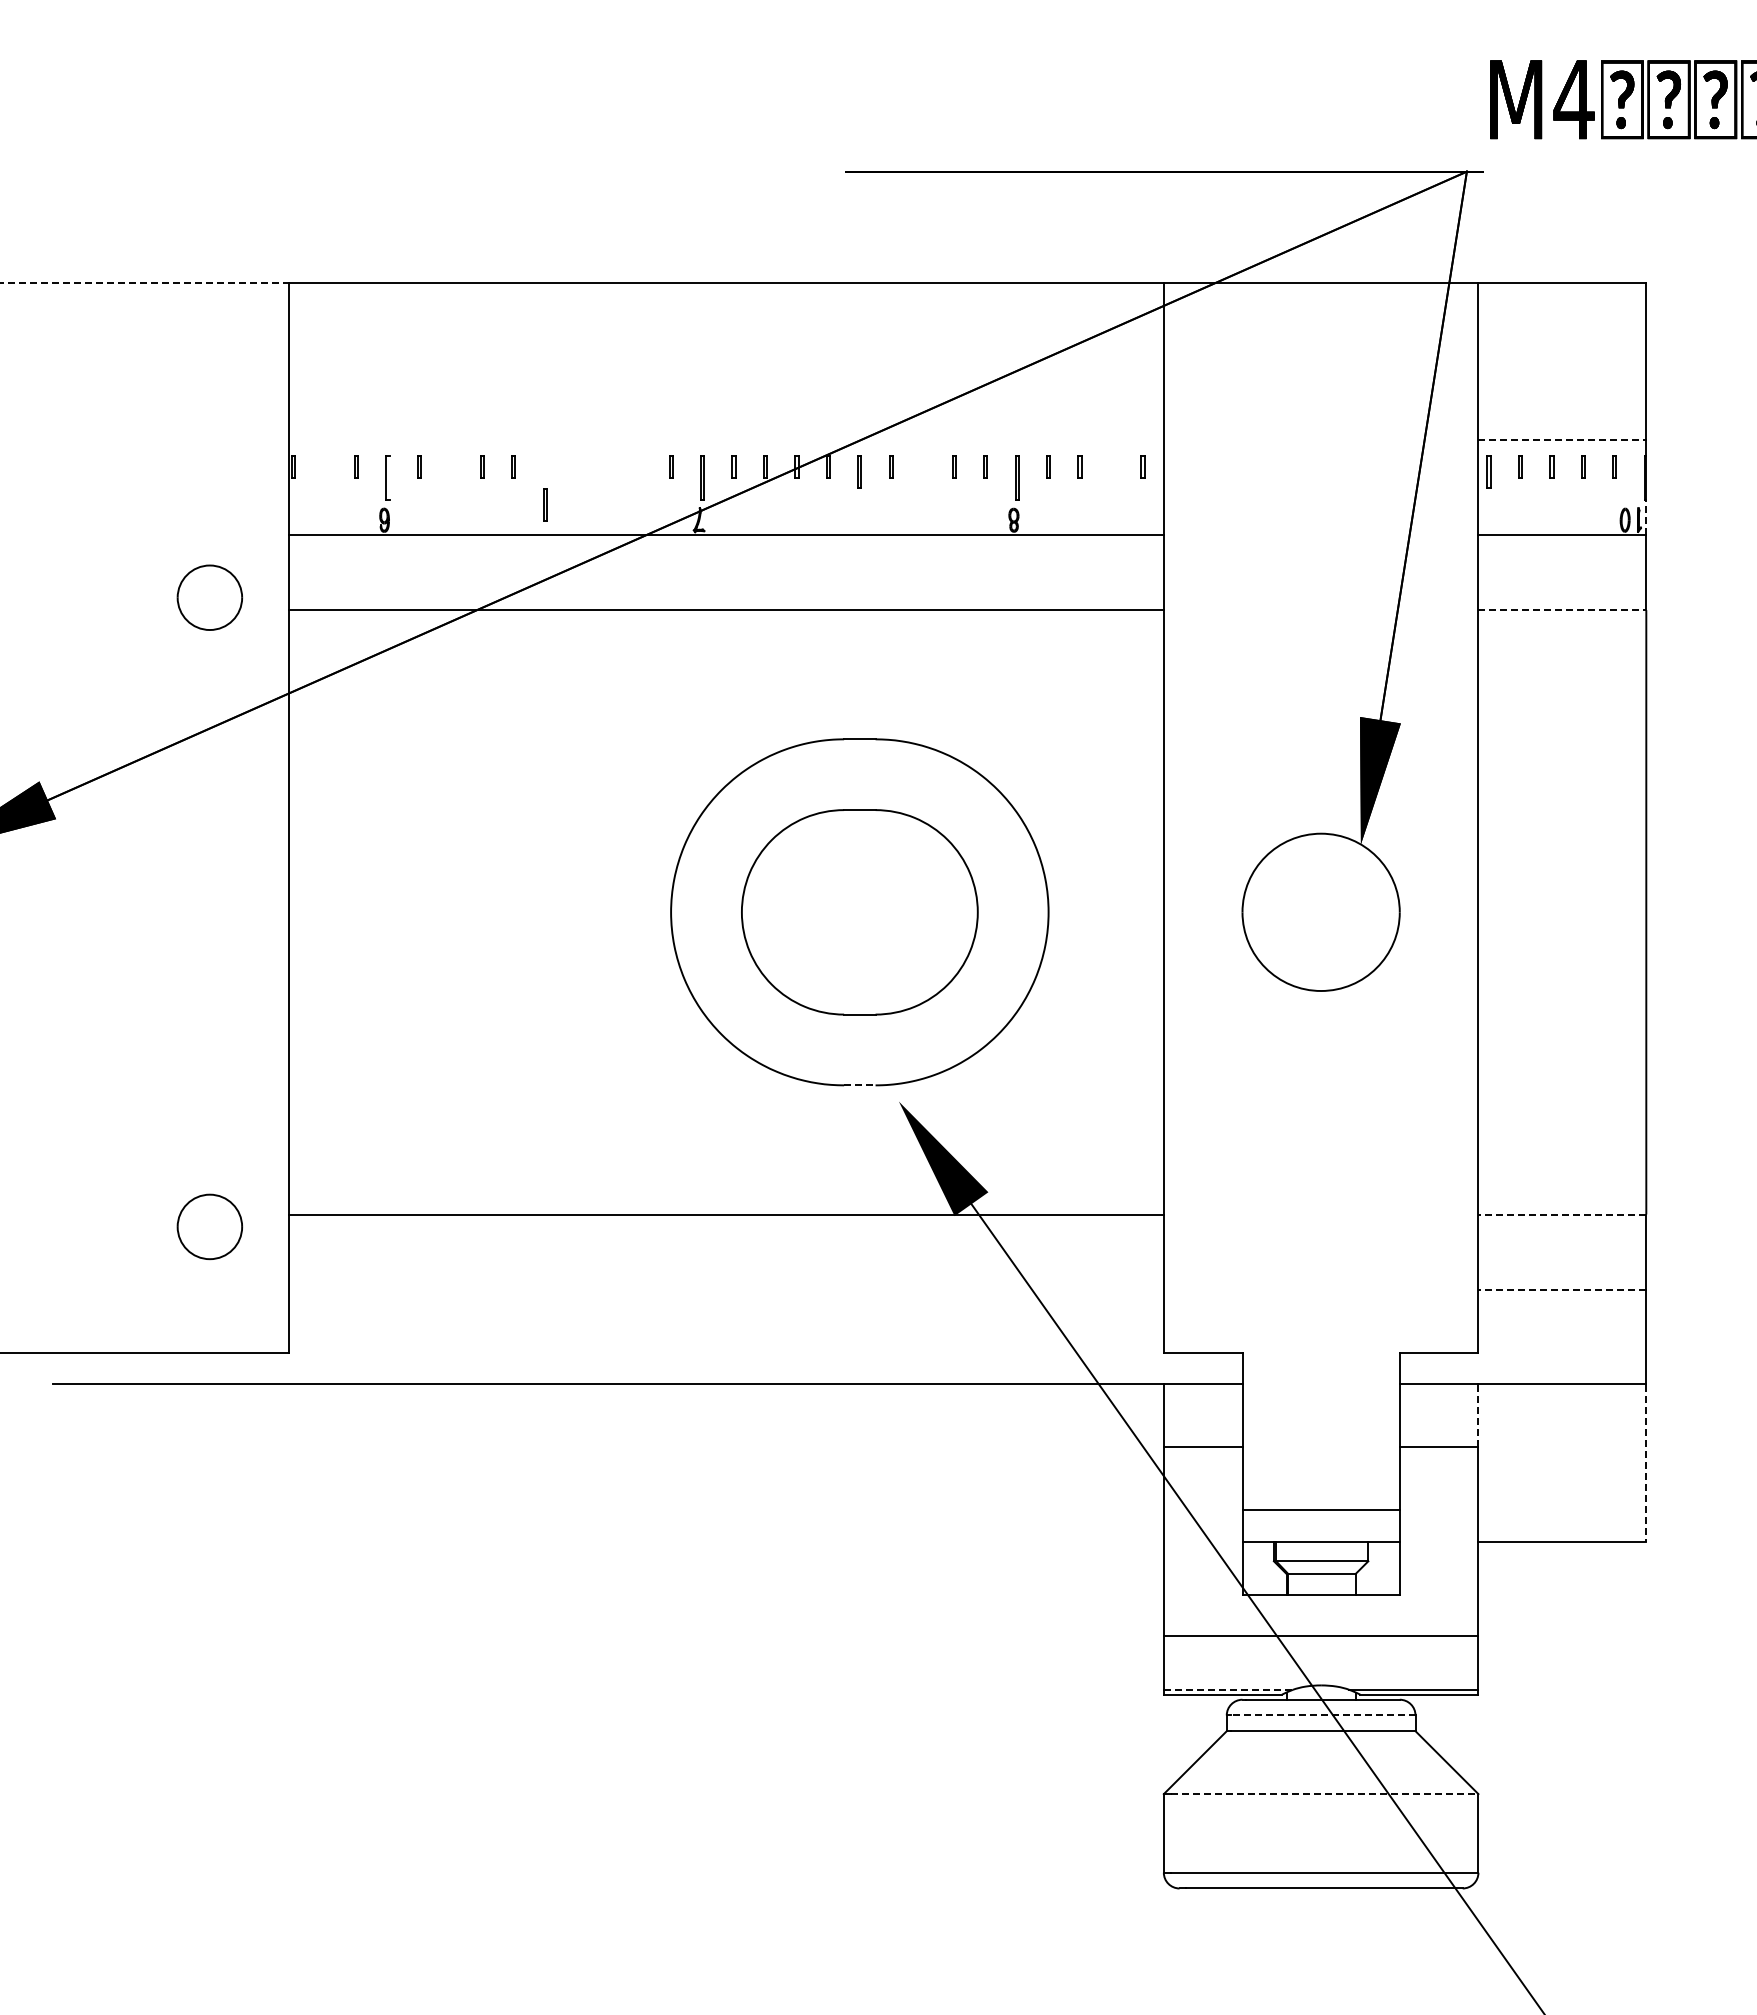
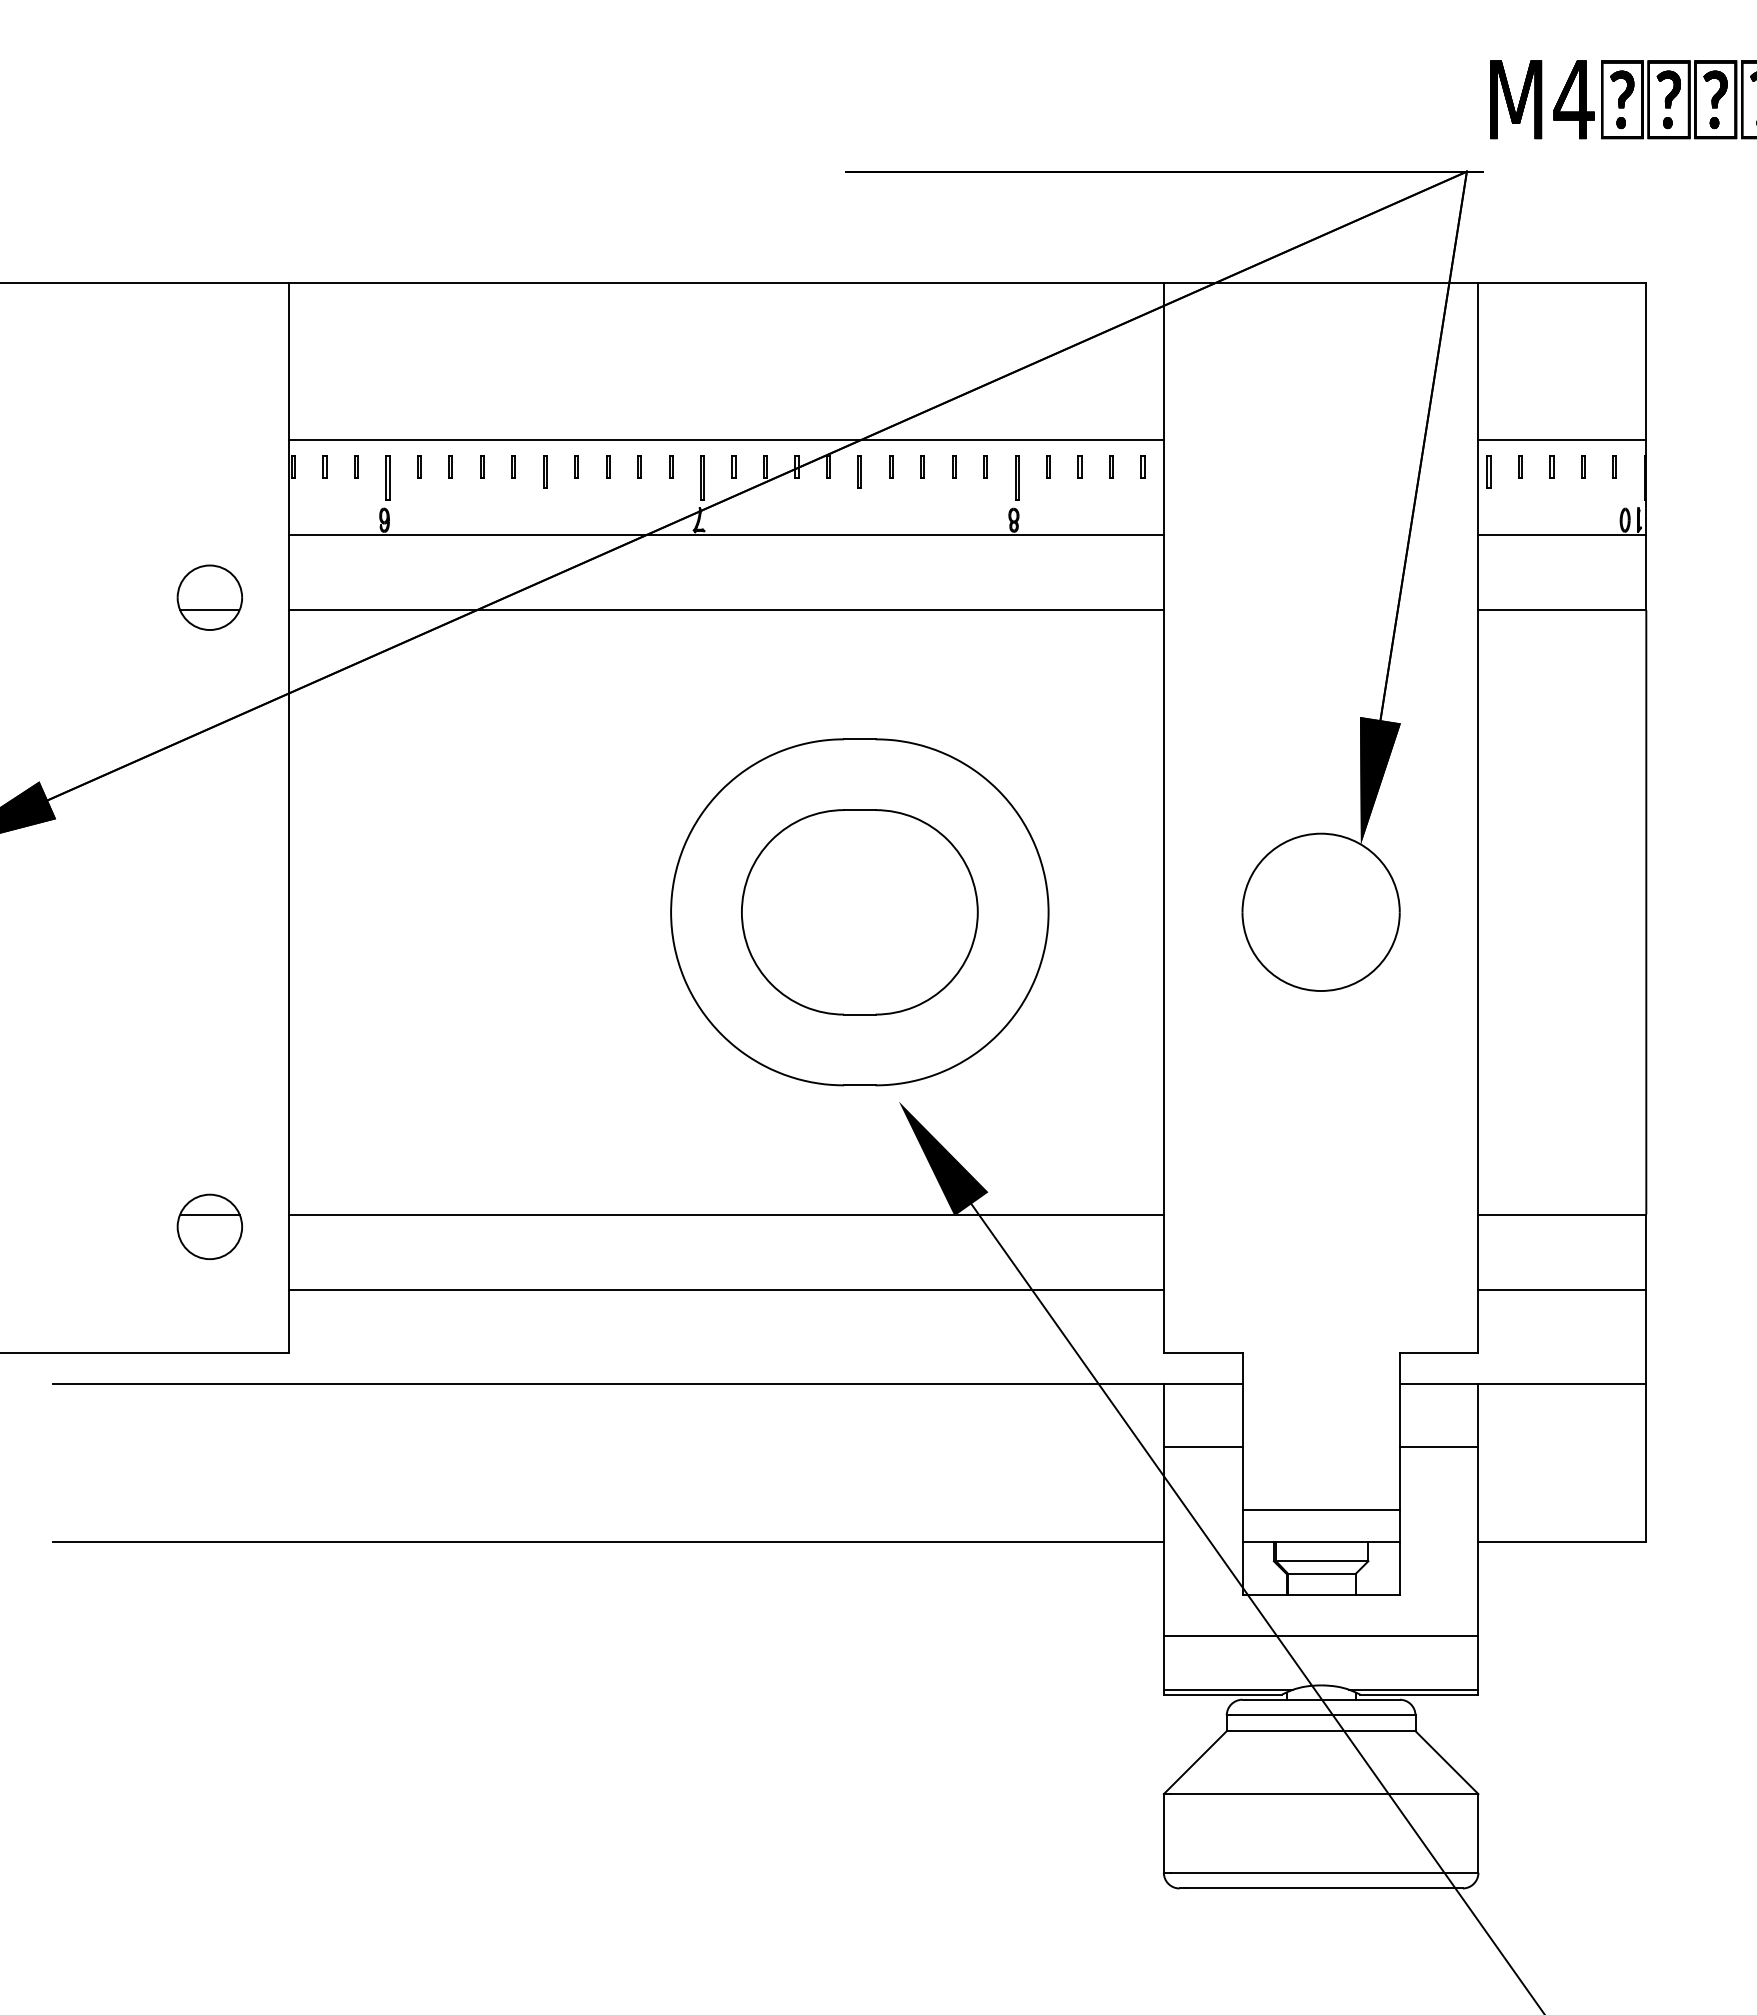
line at (144, 283): dashed -> solid
line at (725, 440): none -> present
line at (1562, 440): dashed -> solid
part at (324, 466): none -> present
line at (449, 466): none -> present
line at (575, 466): none -> present
line at (607, 466): none -> present
line at (638, 466): none -> present
line at (921, 466): none -> present
line at (1110, 466): none -> present
line at (389, 478): none -> present
line at (544, 504) position: (544, 504) -> (544, 471)
line at (1646, 517): dashed -> solid
line at (209, 610): none -> present
line at (1562, 610): dashed -> solid
line at (859, 1085): dashed -> solid
line at (209, 1214): none -> present
line at (1562, 1214): dashed -> solid
line at (725, 1289): none -> present
line at (1562, 1289): dashed -> solid
line at (1478, 1415): dashed -> solid
line at (1646, 1463): dashed -> solid
line at (607, 1541): none -> present
line at (1228, 1689): dashed -> solid
line at (1322, 1715): dashed -> solid
line at (1324, 1794): dashed -> solid
